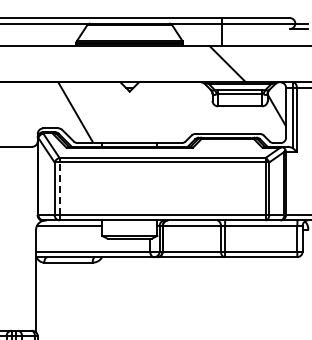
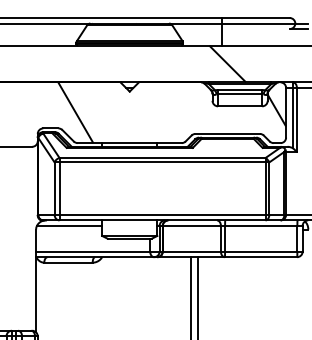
line at (59, 188): dashed -> solid
line at (190, 296): none -> present
line at (198, 296): none -> present
